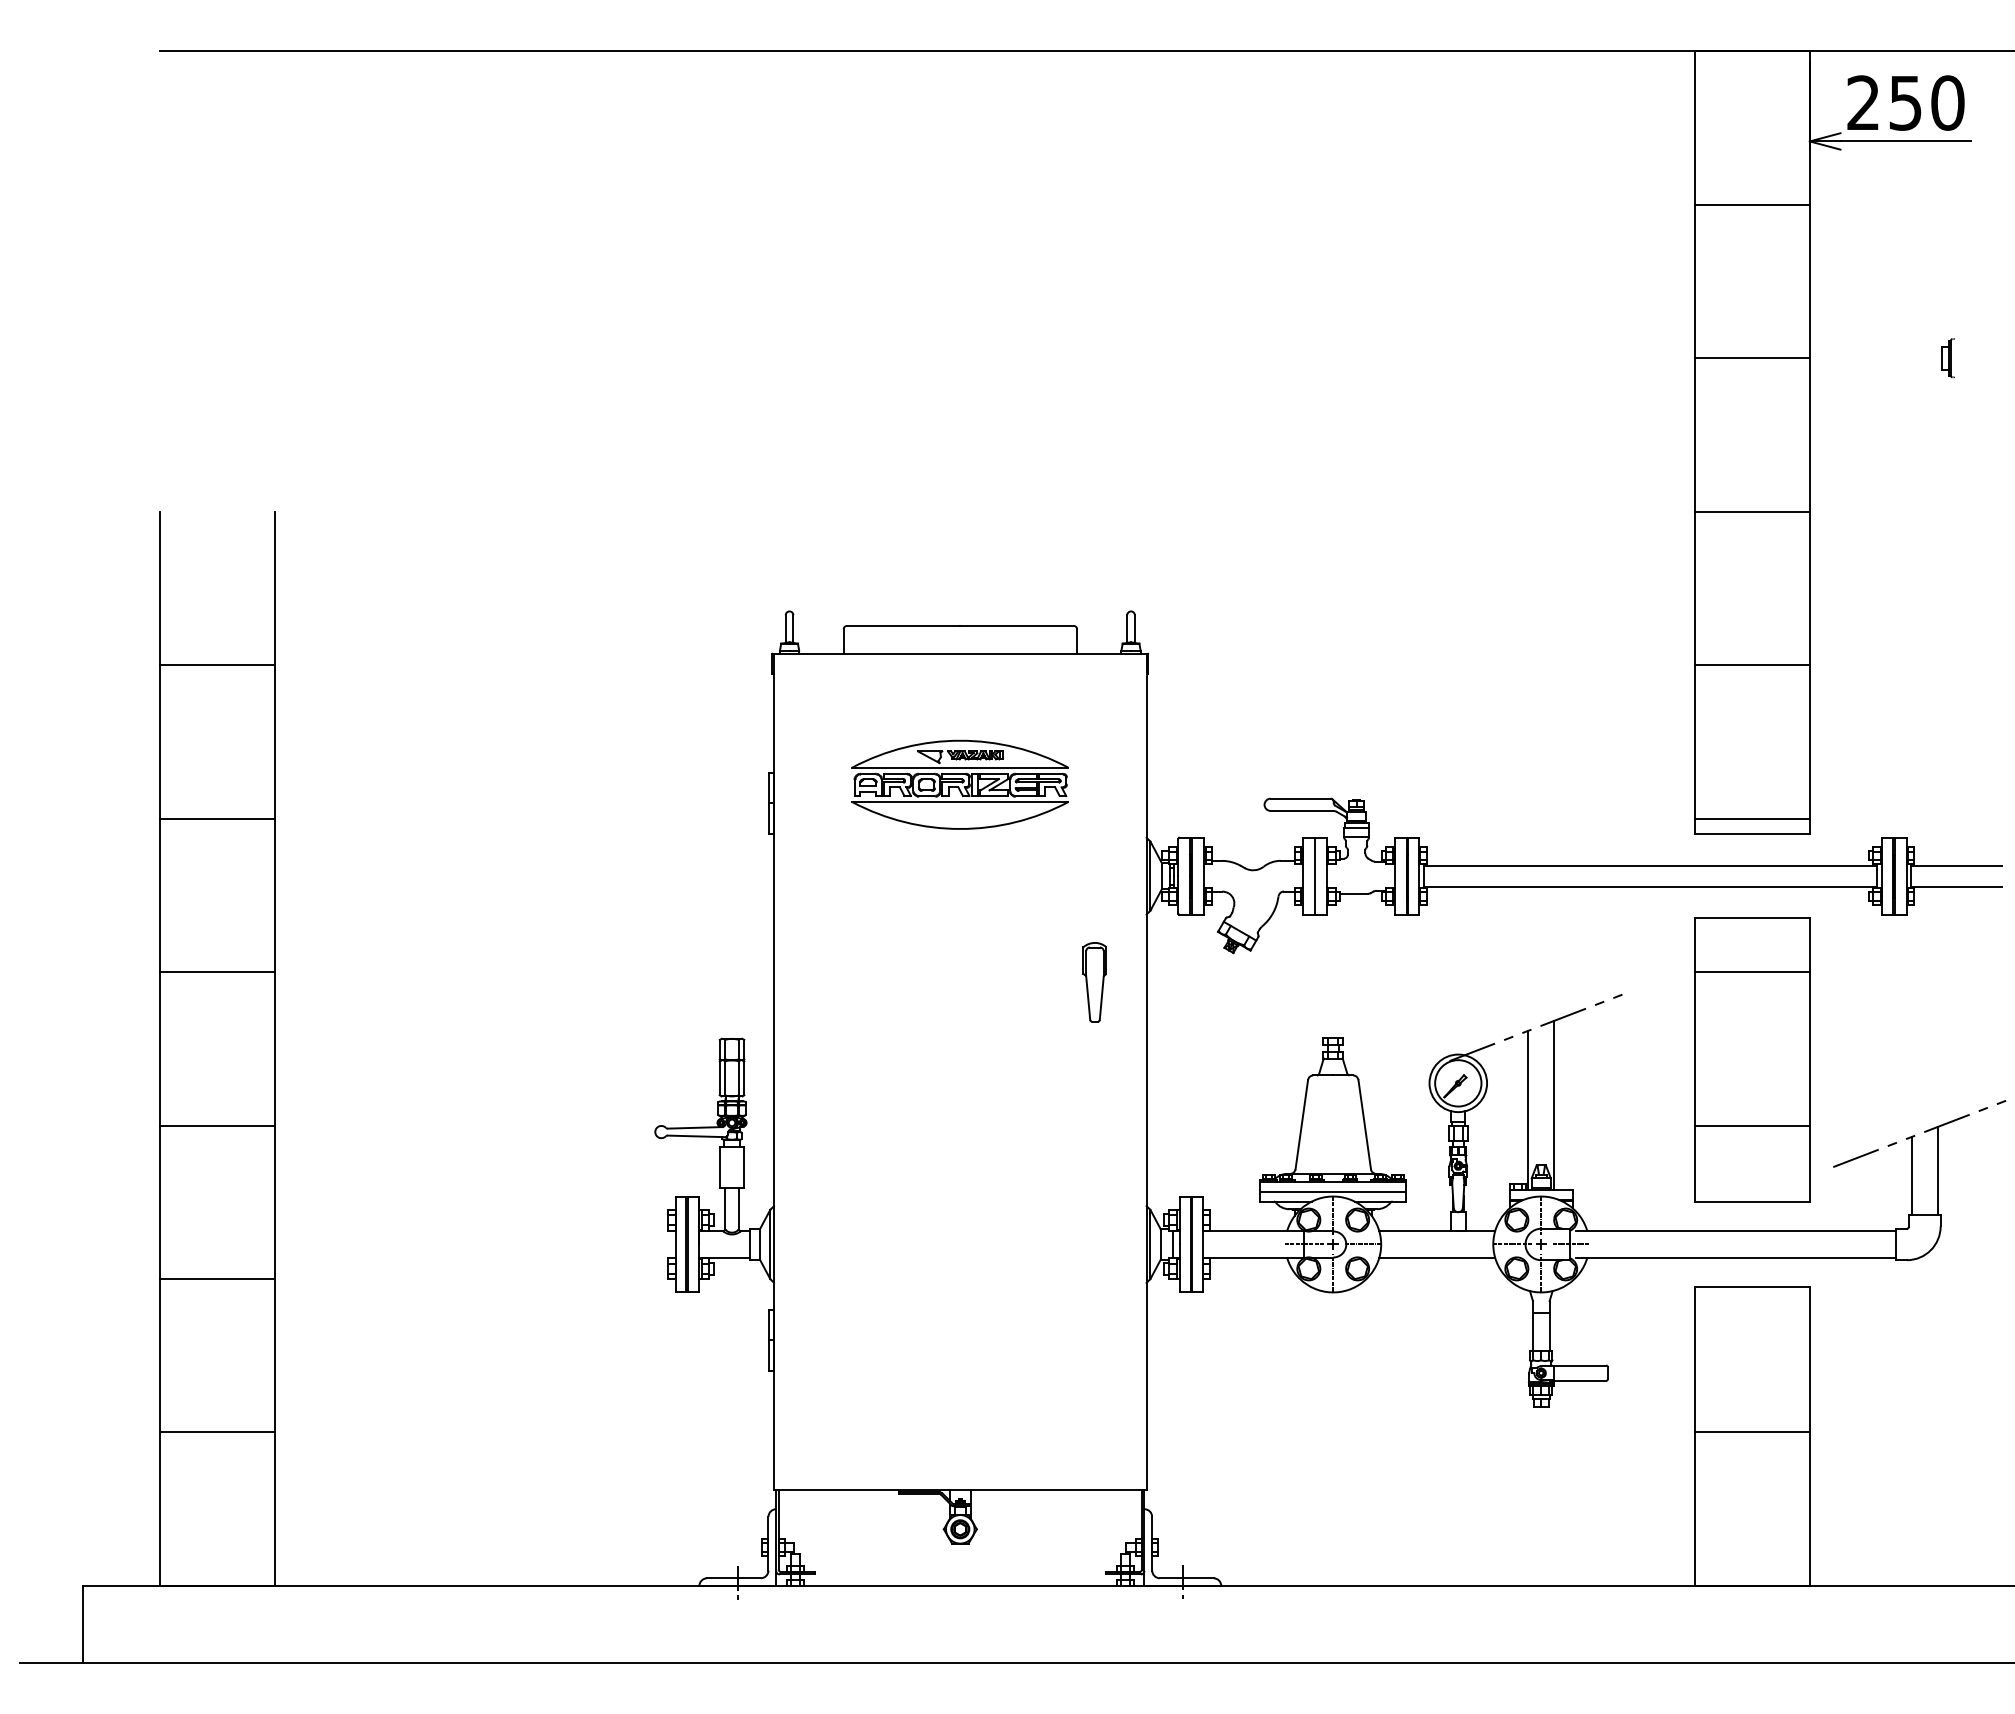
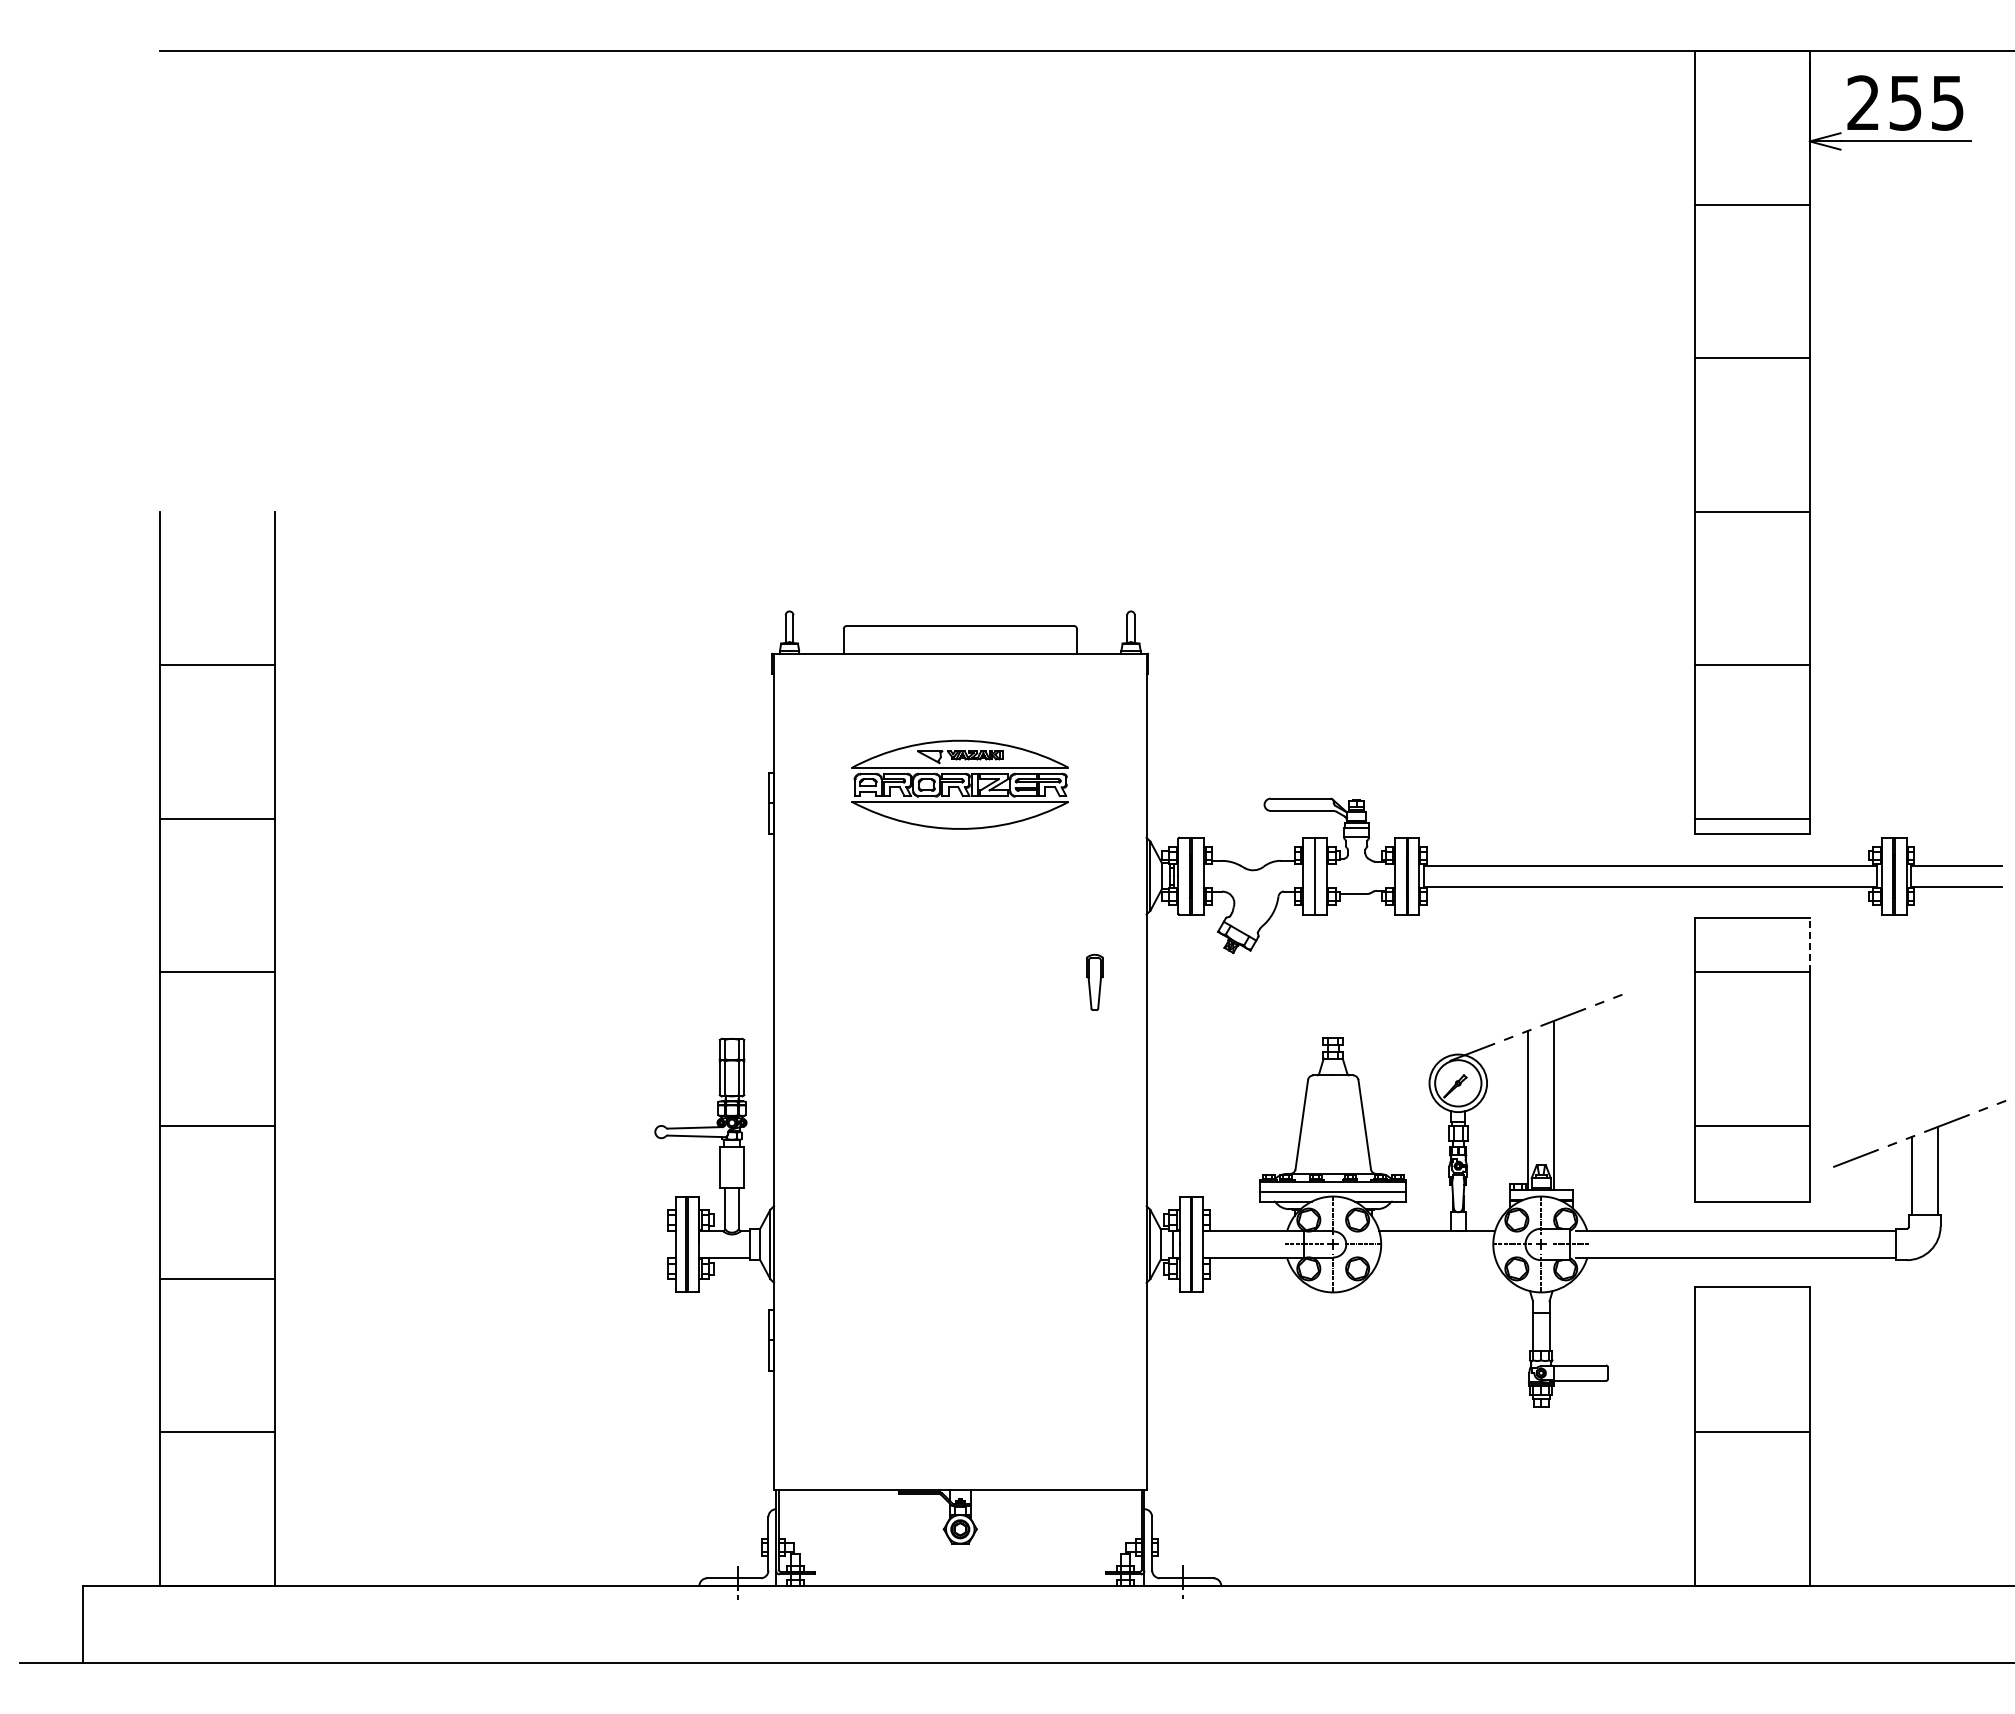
text at (1947, 102): 250 -> 255
part at (1947, 358): present -> none
line at (1809, 945): solid -> dashed
part at (1094, 982) size: 25x81 px -> 18x58 px
line at (1437, 1257): present -> none
